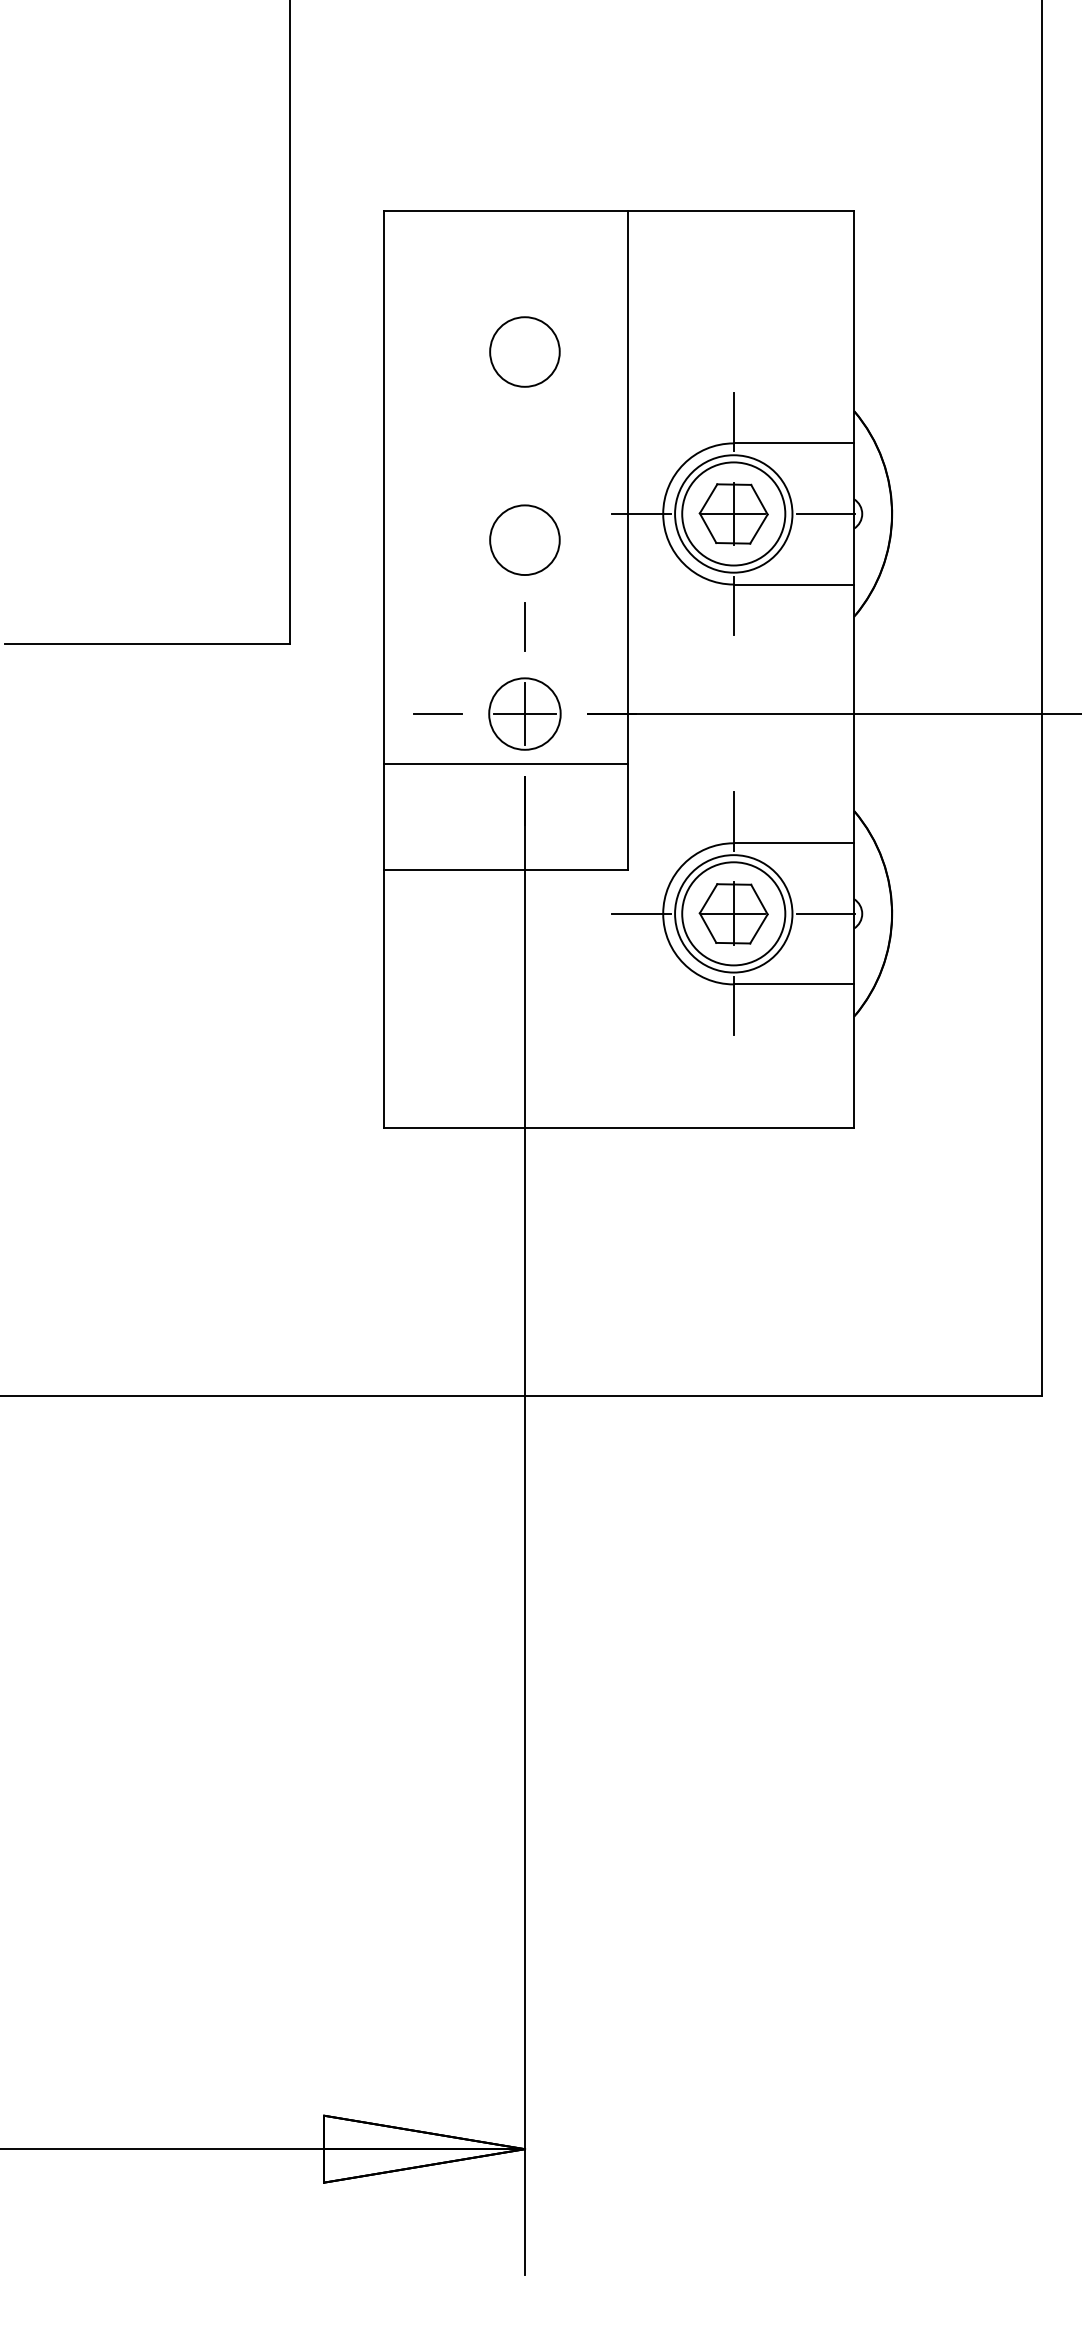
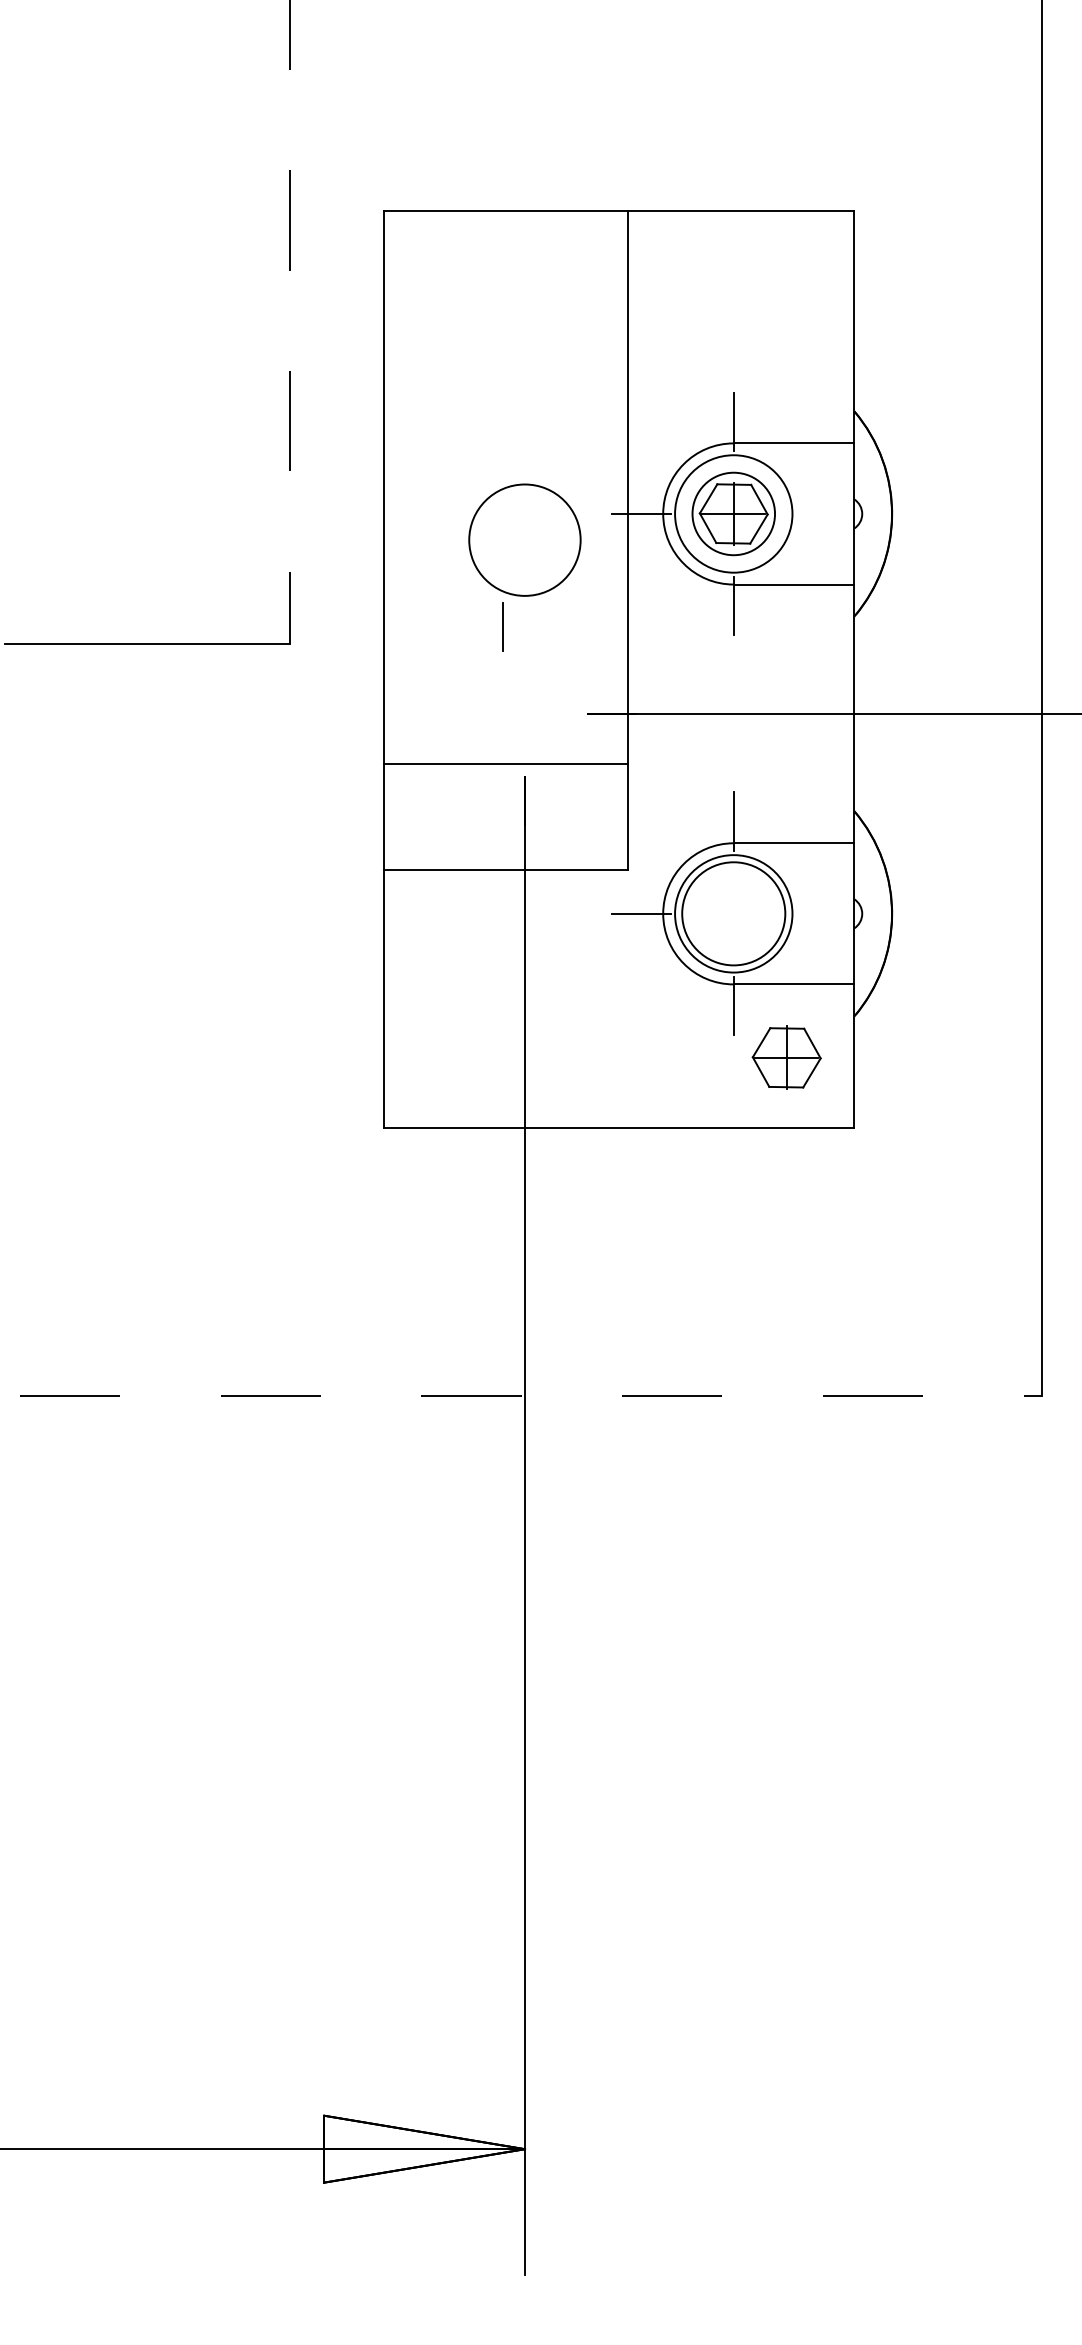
line at (289, 322): solid -> dashed
circle at (524, 351): present -> none
circle at (733, 513) diameter: 103 px -> 82 px
line at (825, 513): present -> none
circle at (524, 540) diameter: 70 px -> 111 px
line at (524, 626) position: (524, 626) -> (502, 626)
part at (524, 713): present -> none
line at (437, 714): present -> none
part at (733, 913) position: (733, 913) -> (786, 1057)
line at (825, 913): present -> none
line at (521, 1396): solid -> dashed
